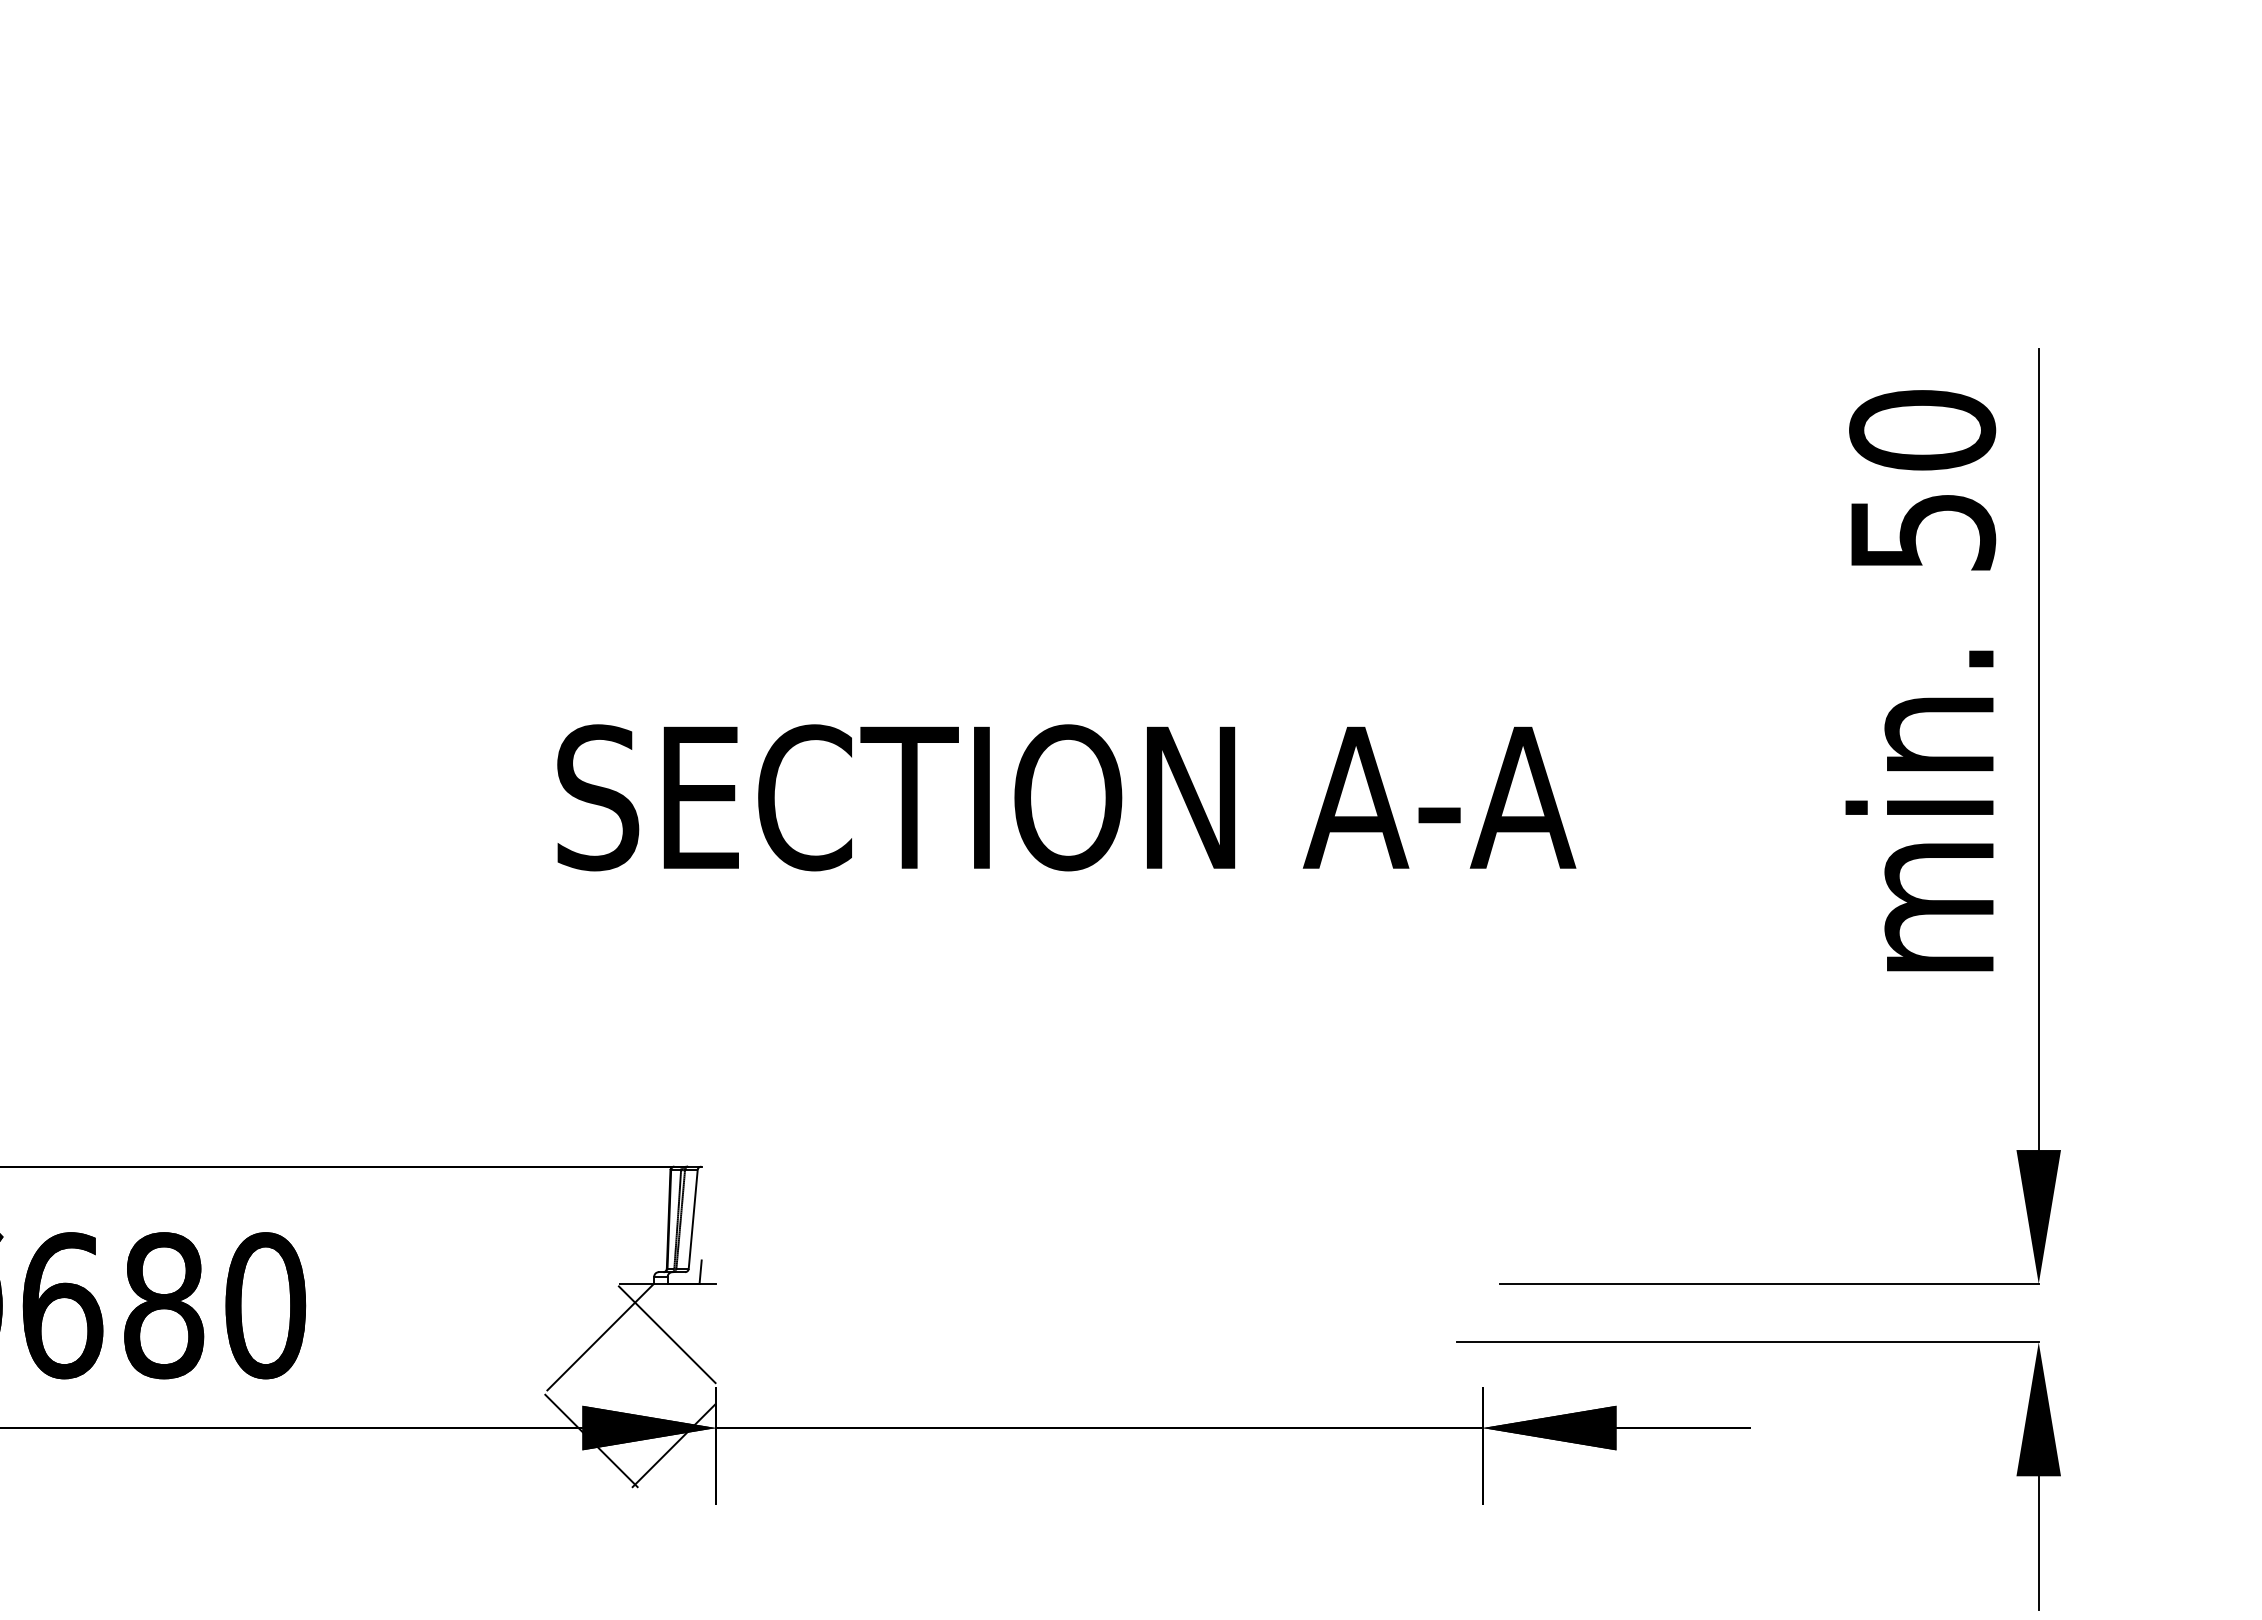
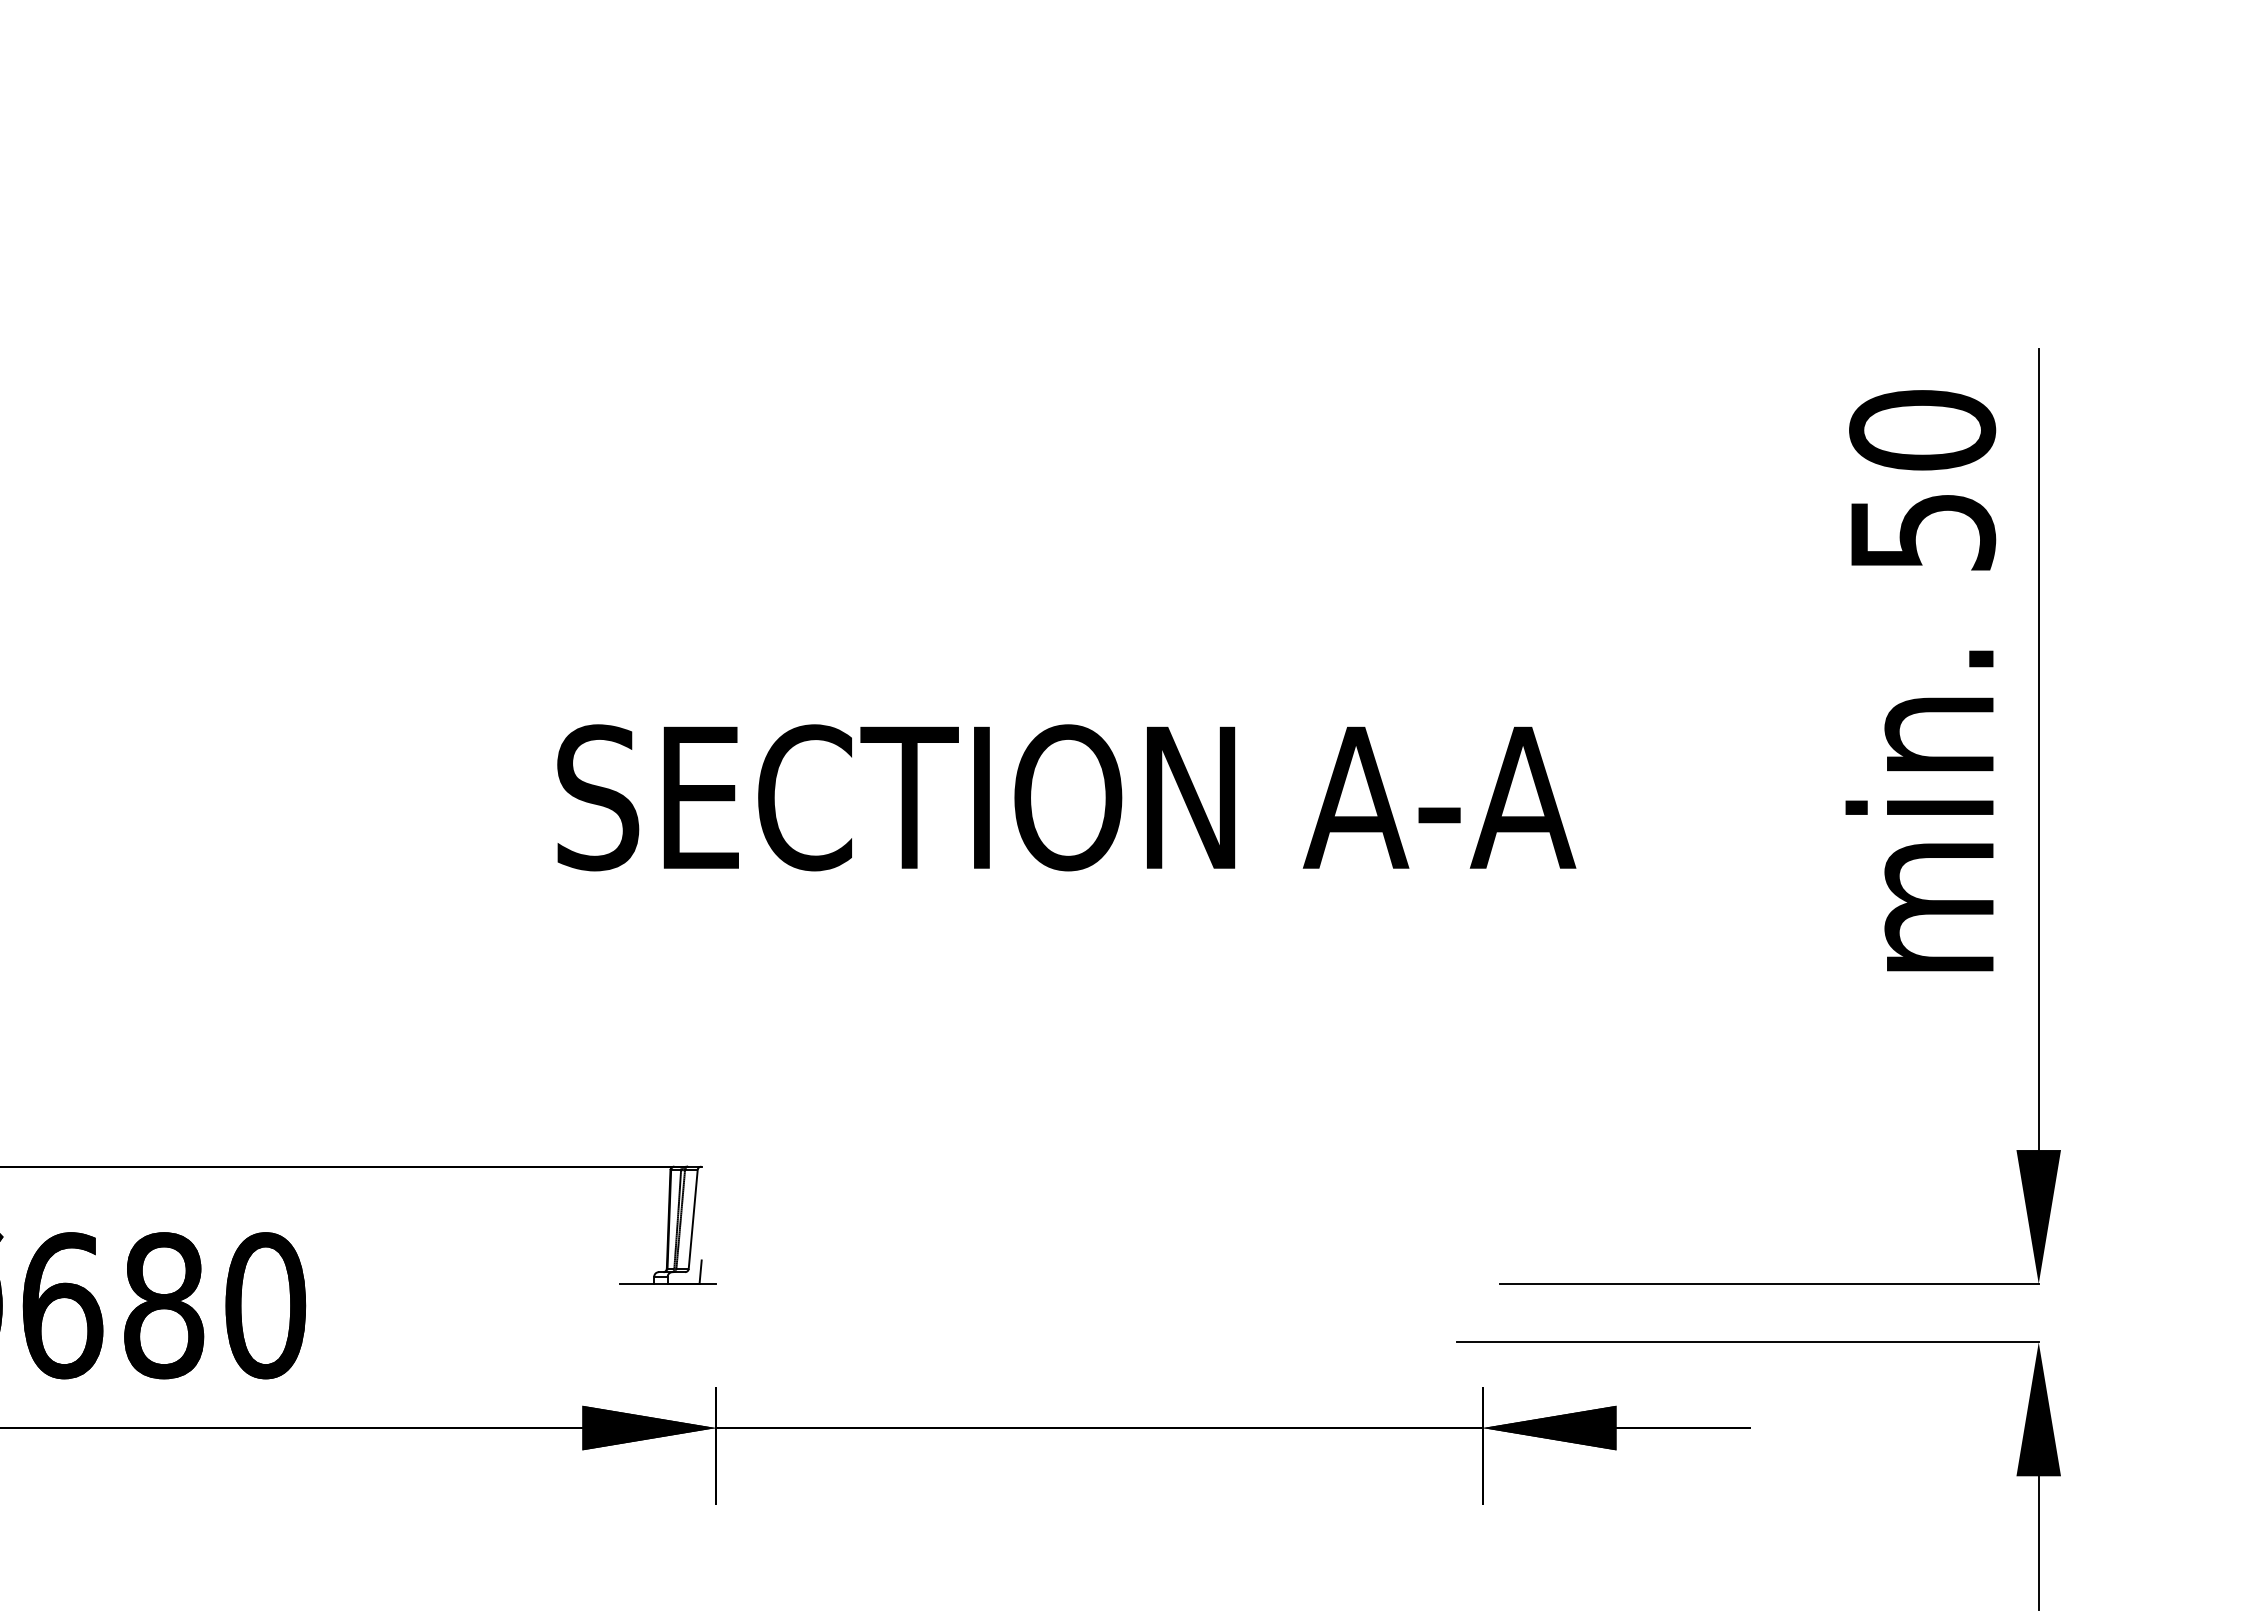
hatch at (630, 1385): present -> none
